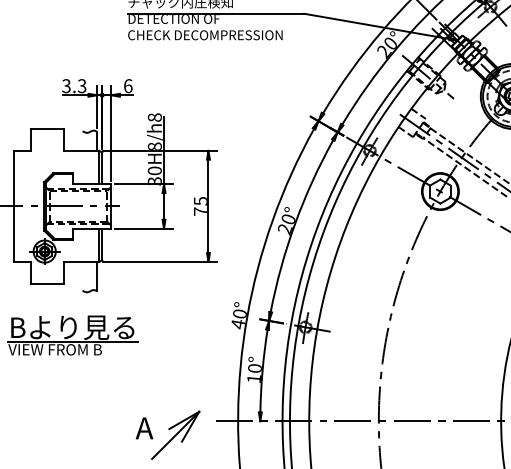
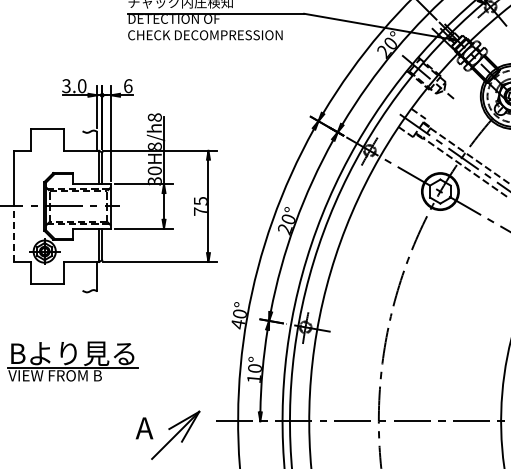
text at (81, 86): 3.3 -> 3.0
line at (13, 234): solid -> dashed
part at (72, 335) position: (72, 335) -> (72, 361)
